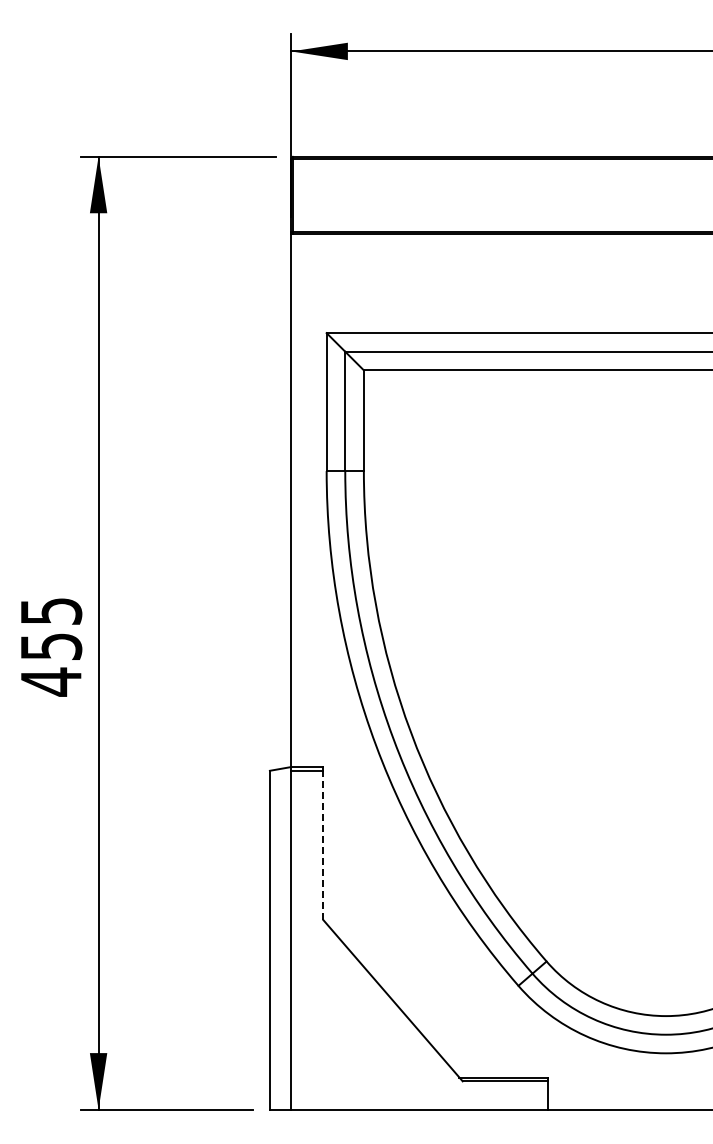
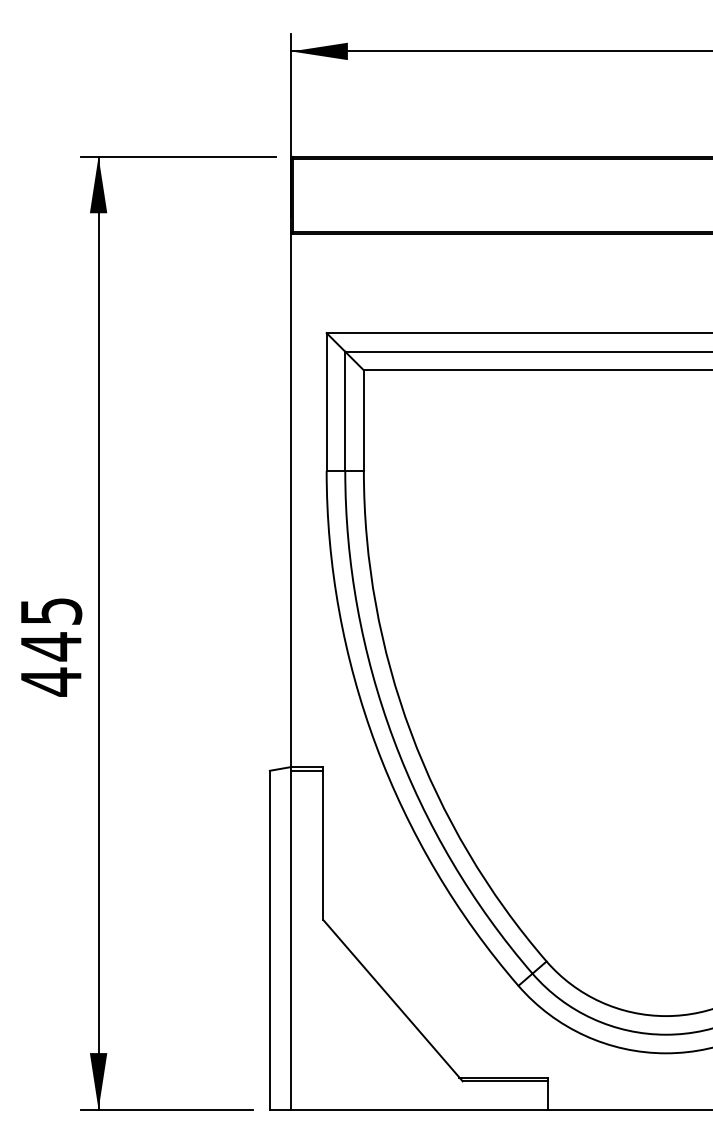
text at (51, 646): 455 -> 445
line at (323, 845): dashed -> solid
